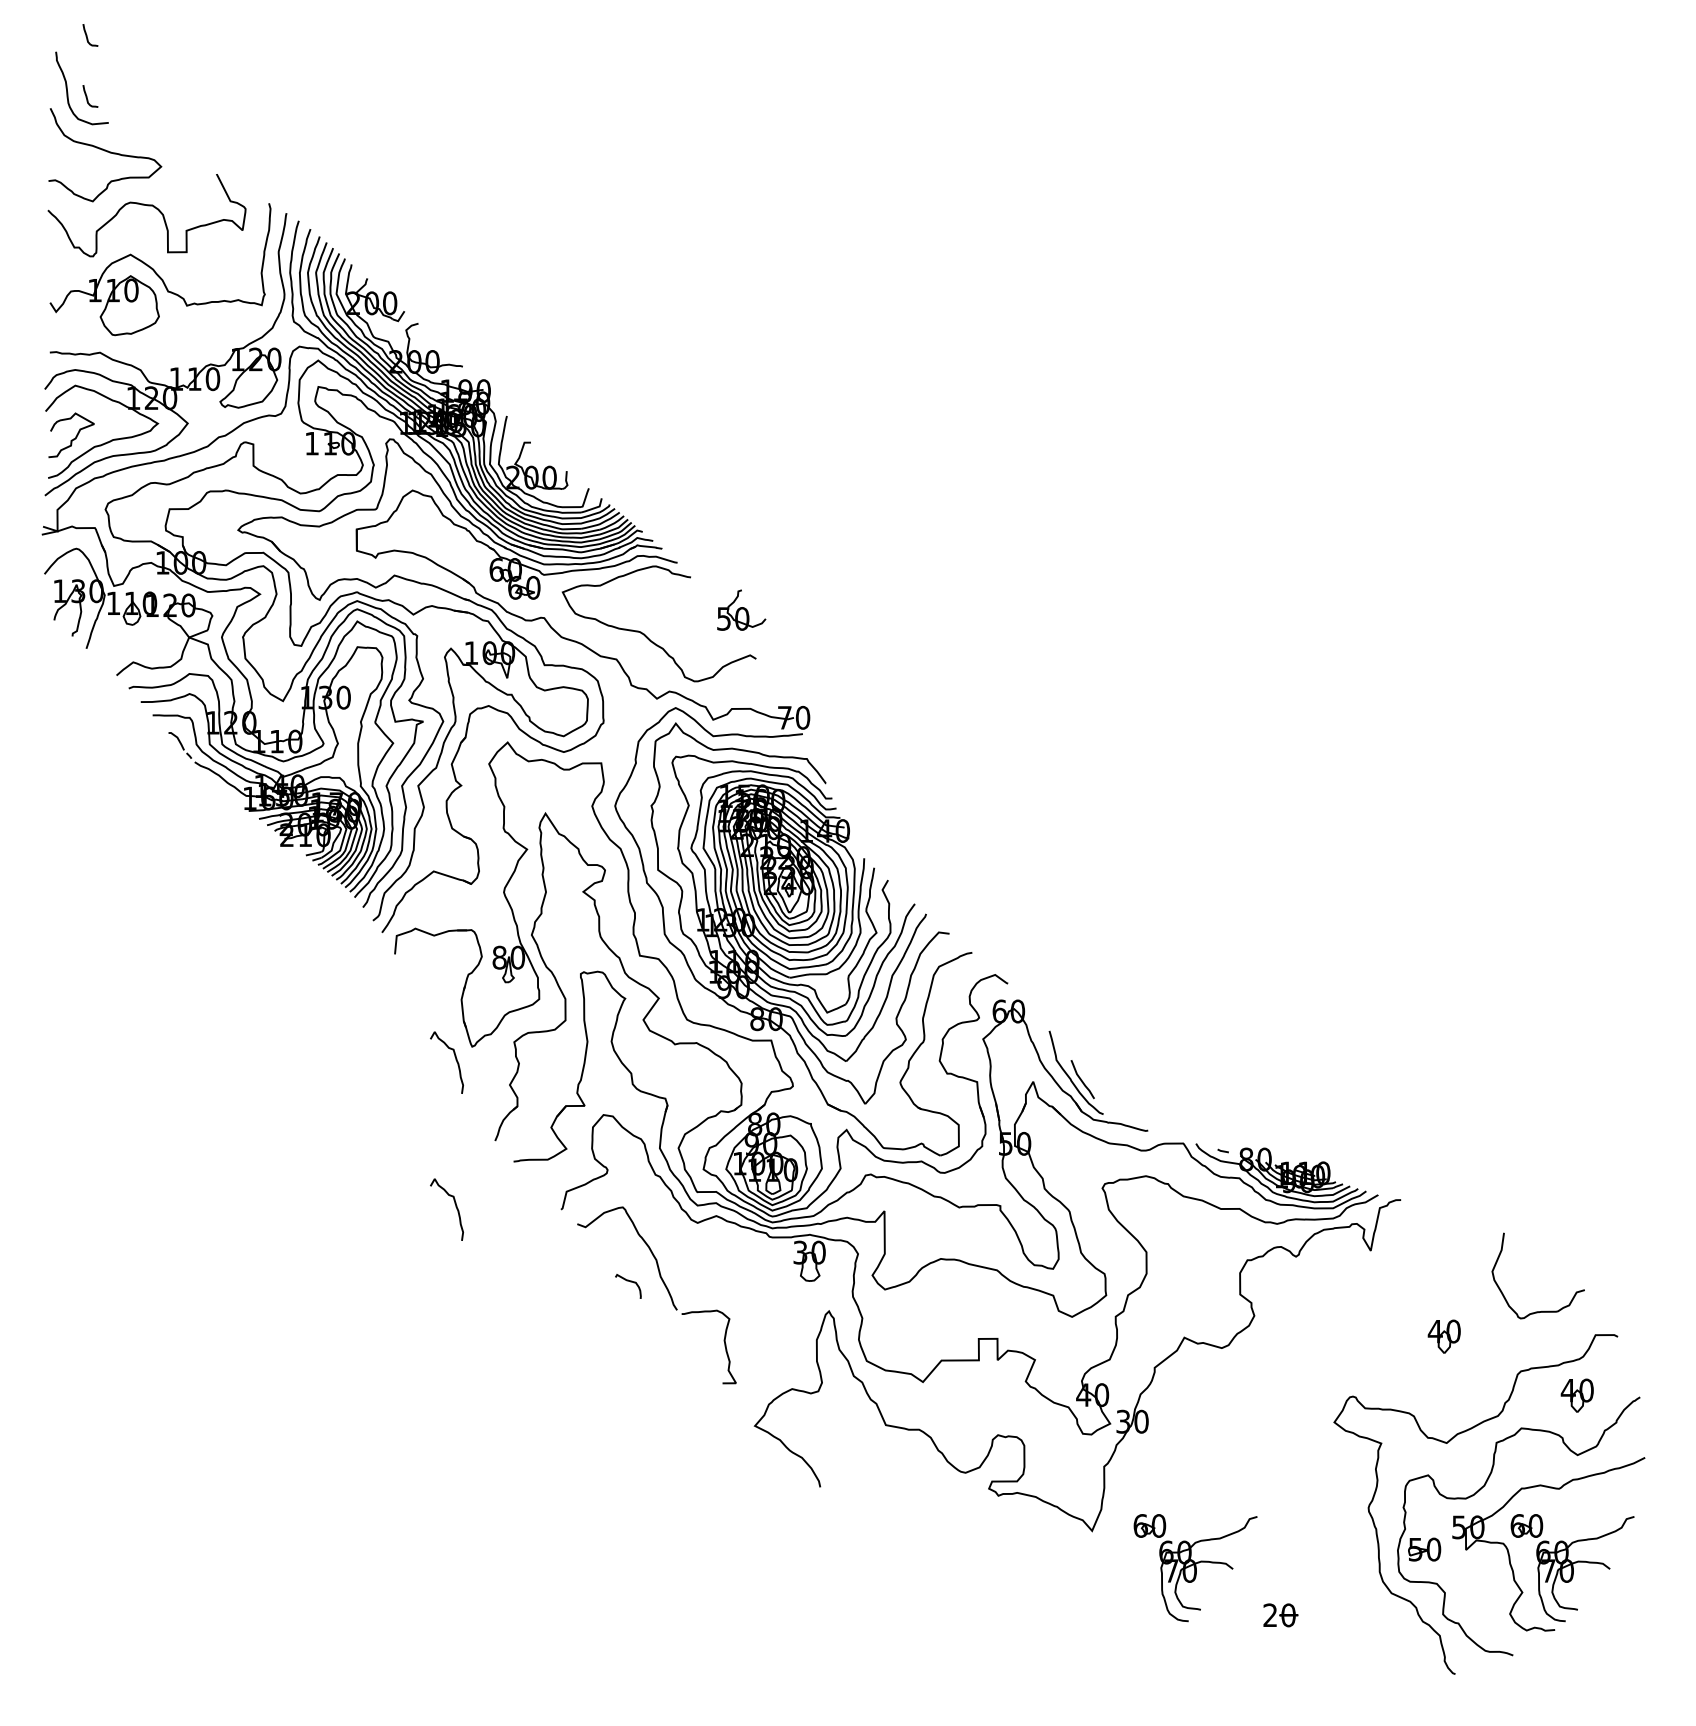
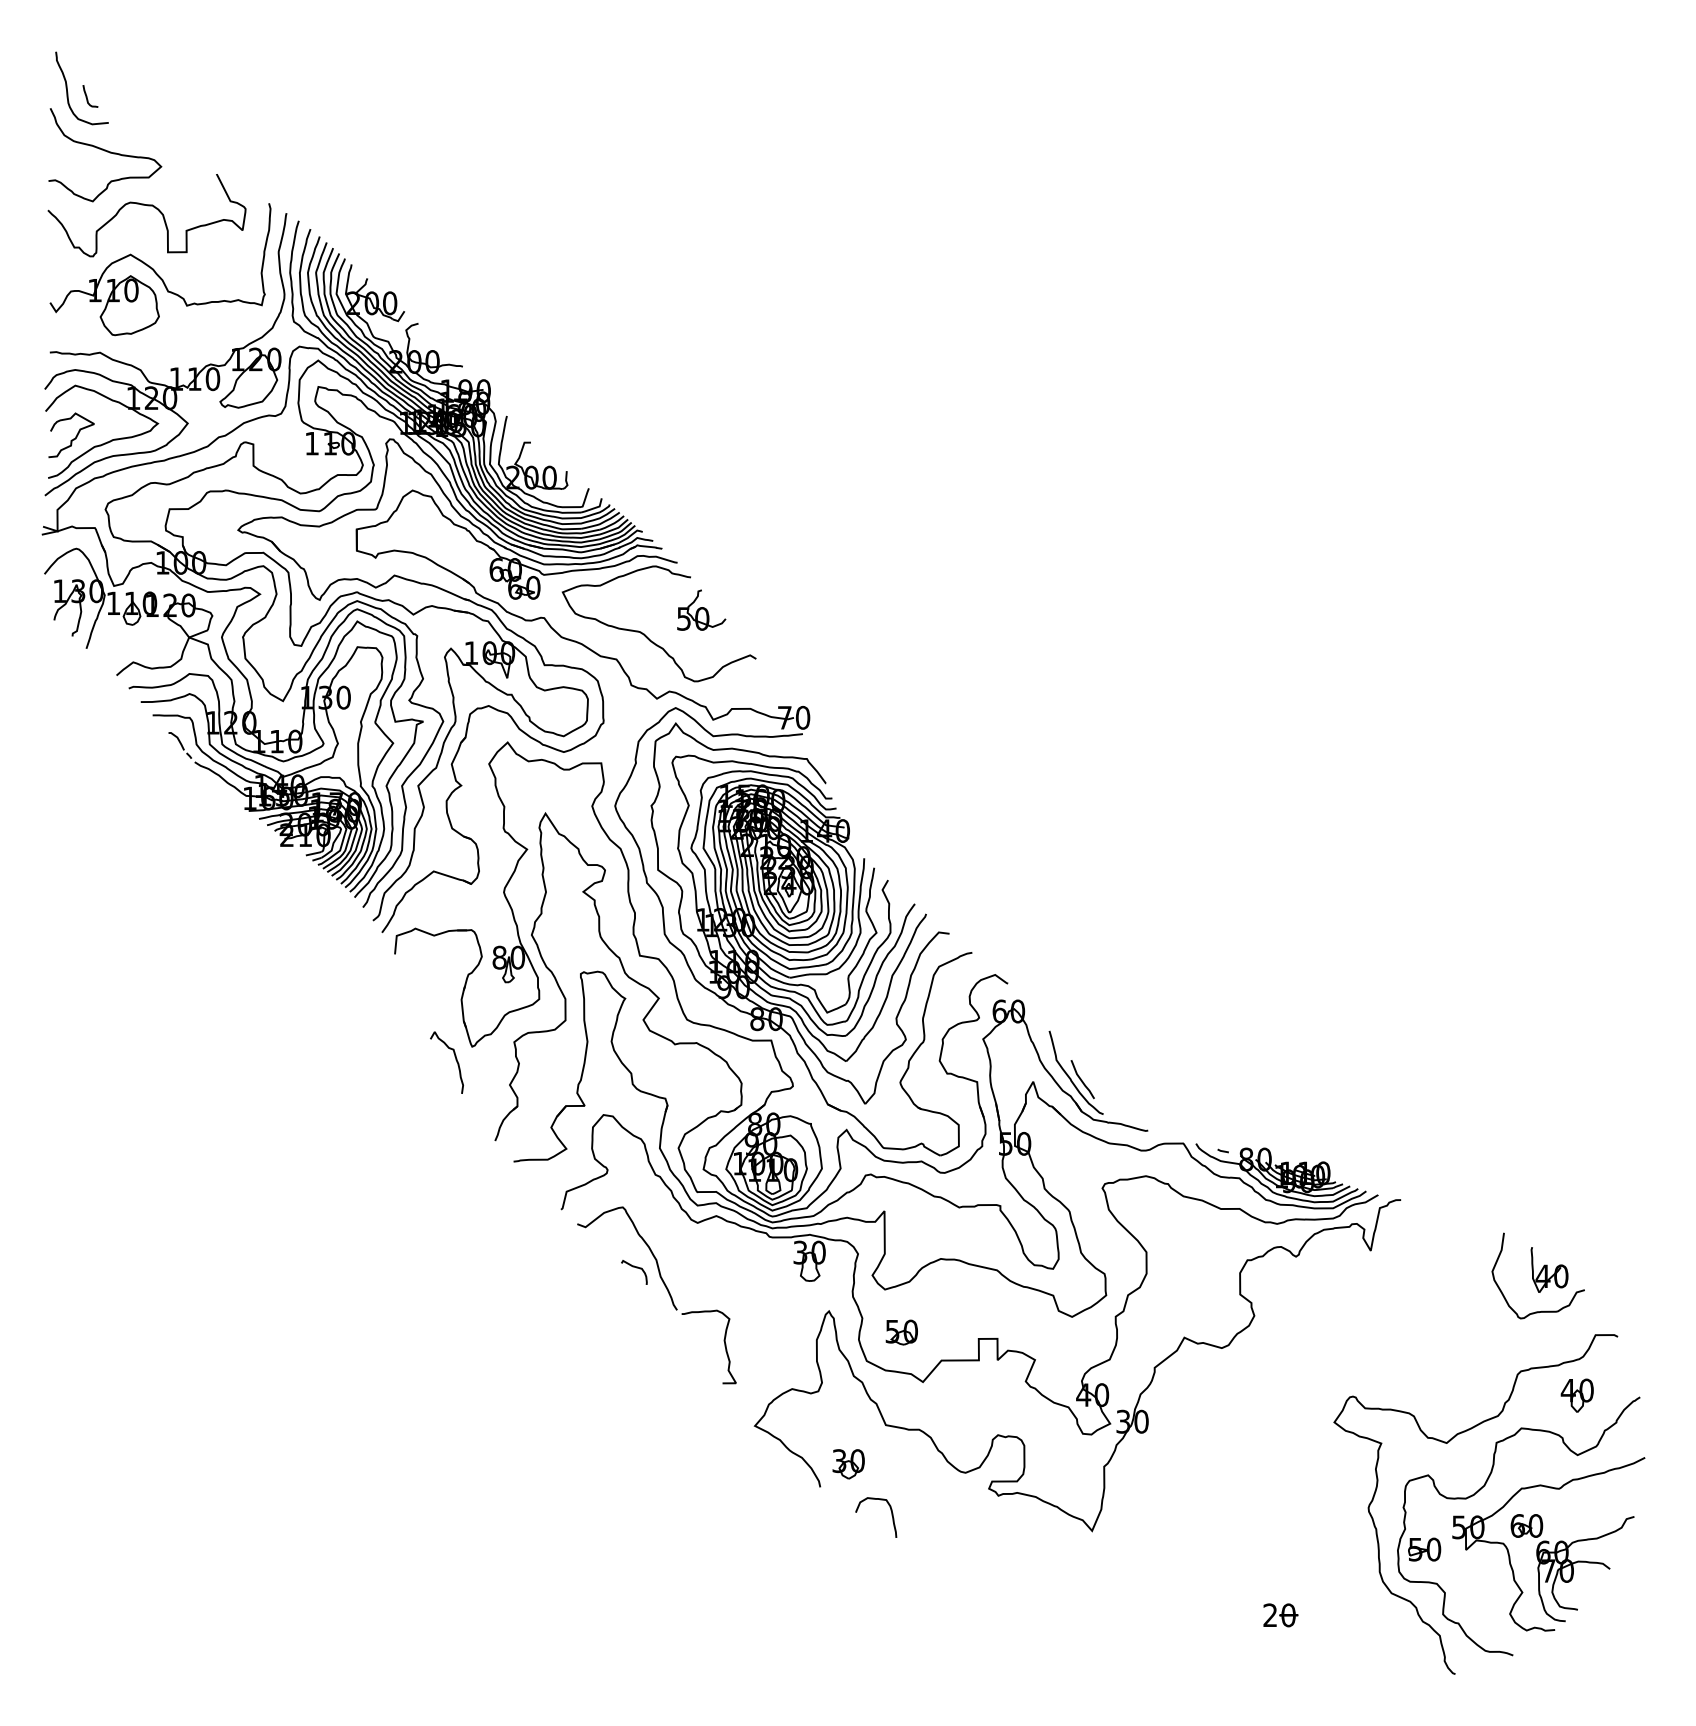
curve at (87, 35): present -> none
part at (741, 609) position: (741, 609) -> (701, 609)
curve at (455, 1207): present -> none
part at (1549, 1269): none -> present
curve at (630, 1282) position: (630, 1282) -> (636, 1268)
part at (901, 1332): none -> present
part at (1443, 1336): present -> none
part at (848, 1464): none -> present
curve at (891, 1515): none -> present
part at (1195, 1568): present -> none
